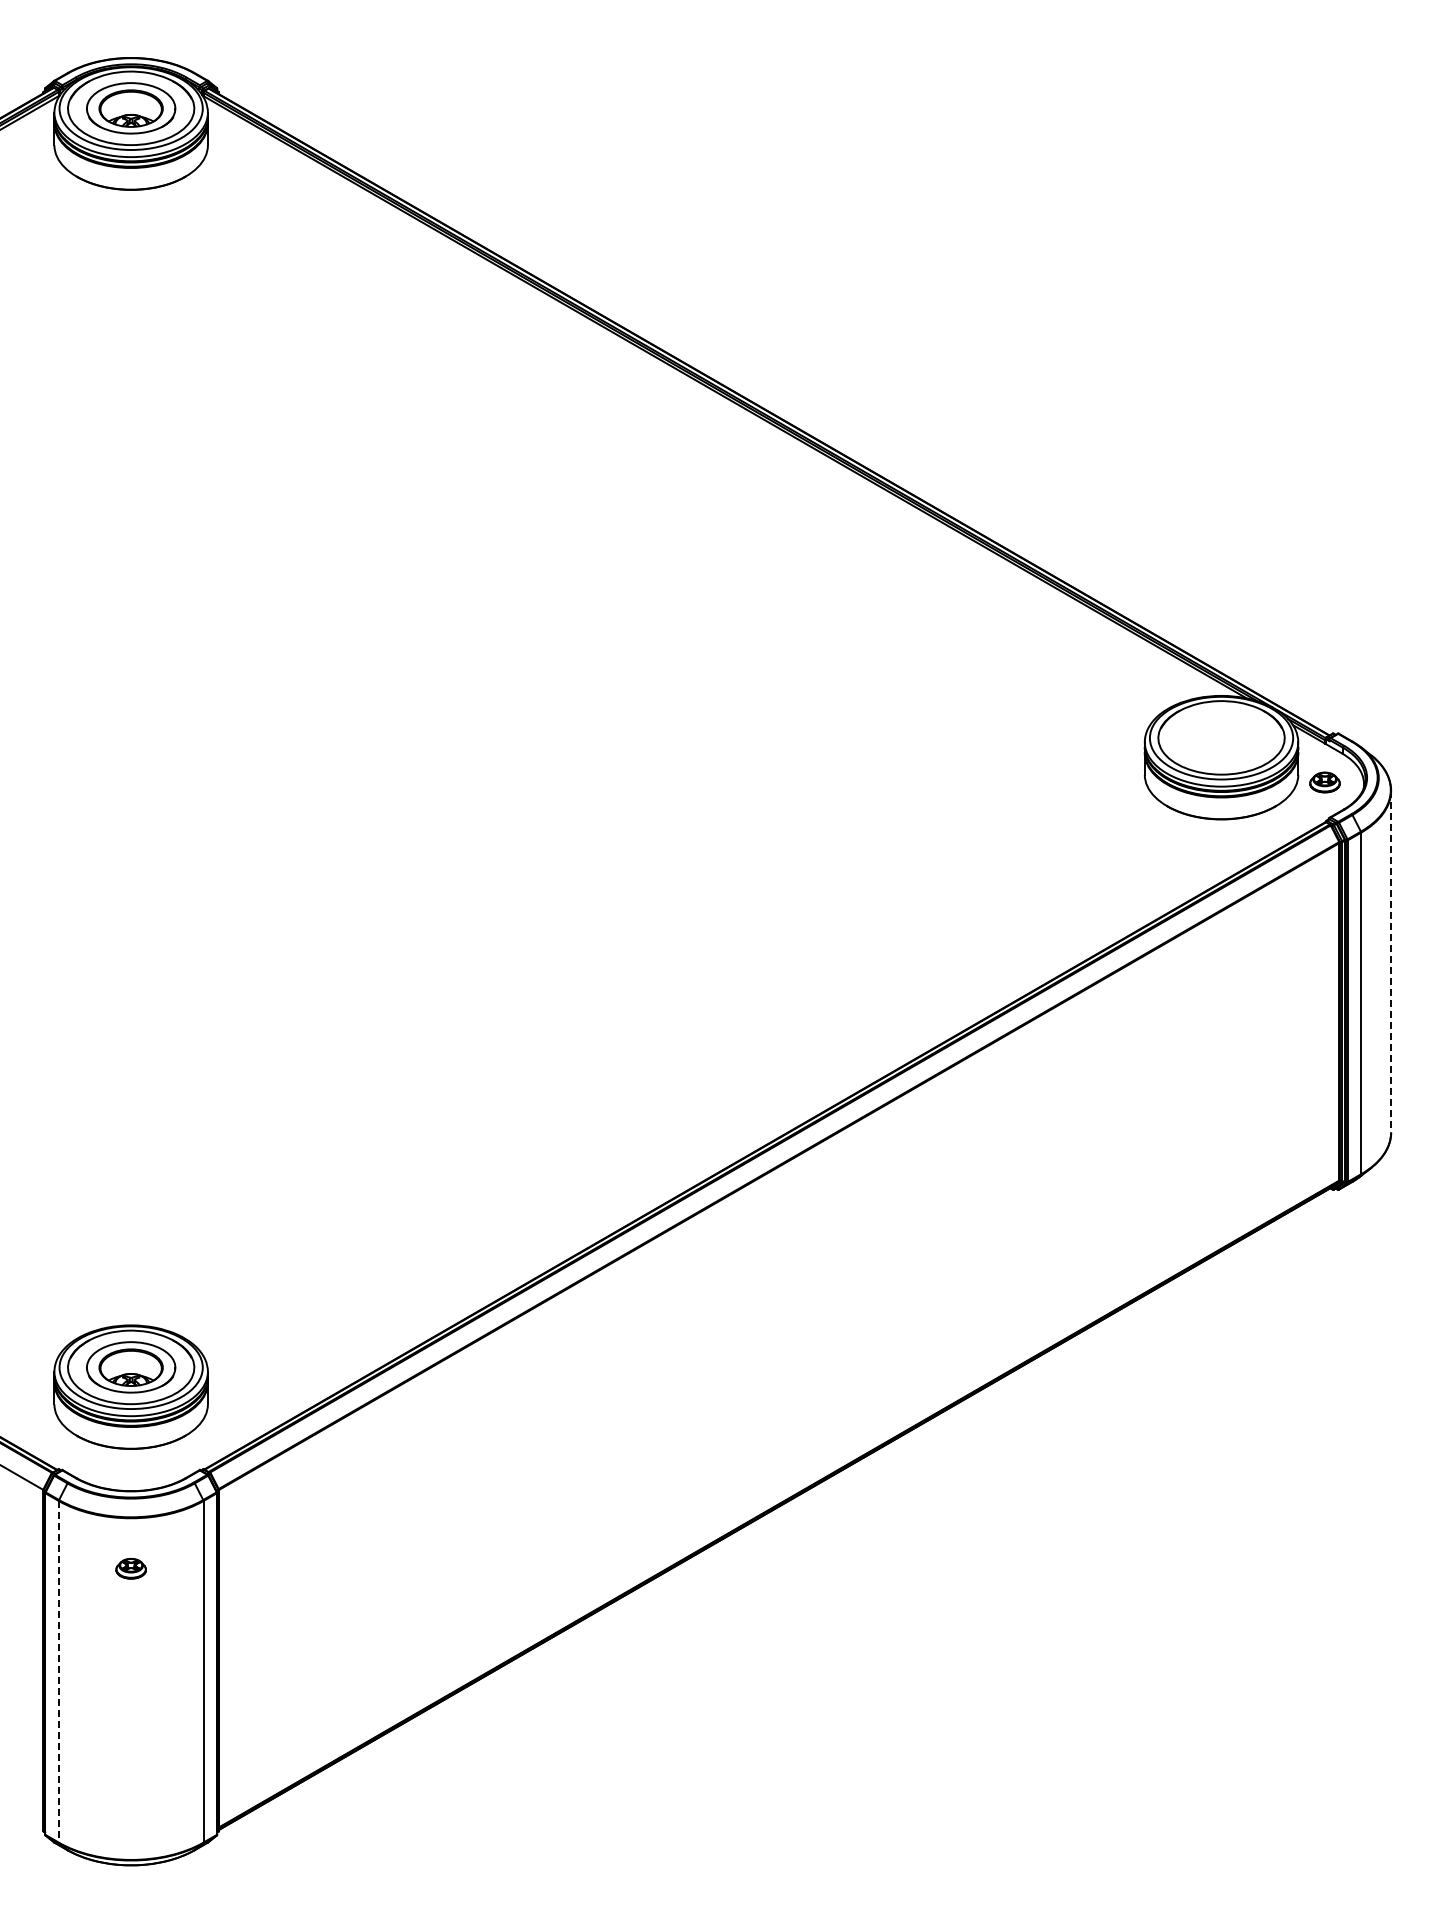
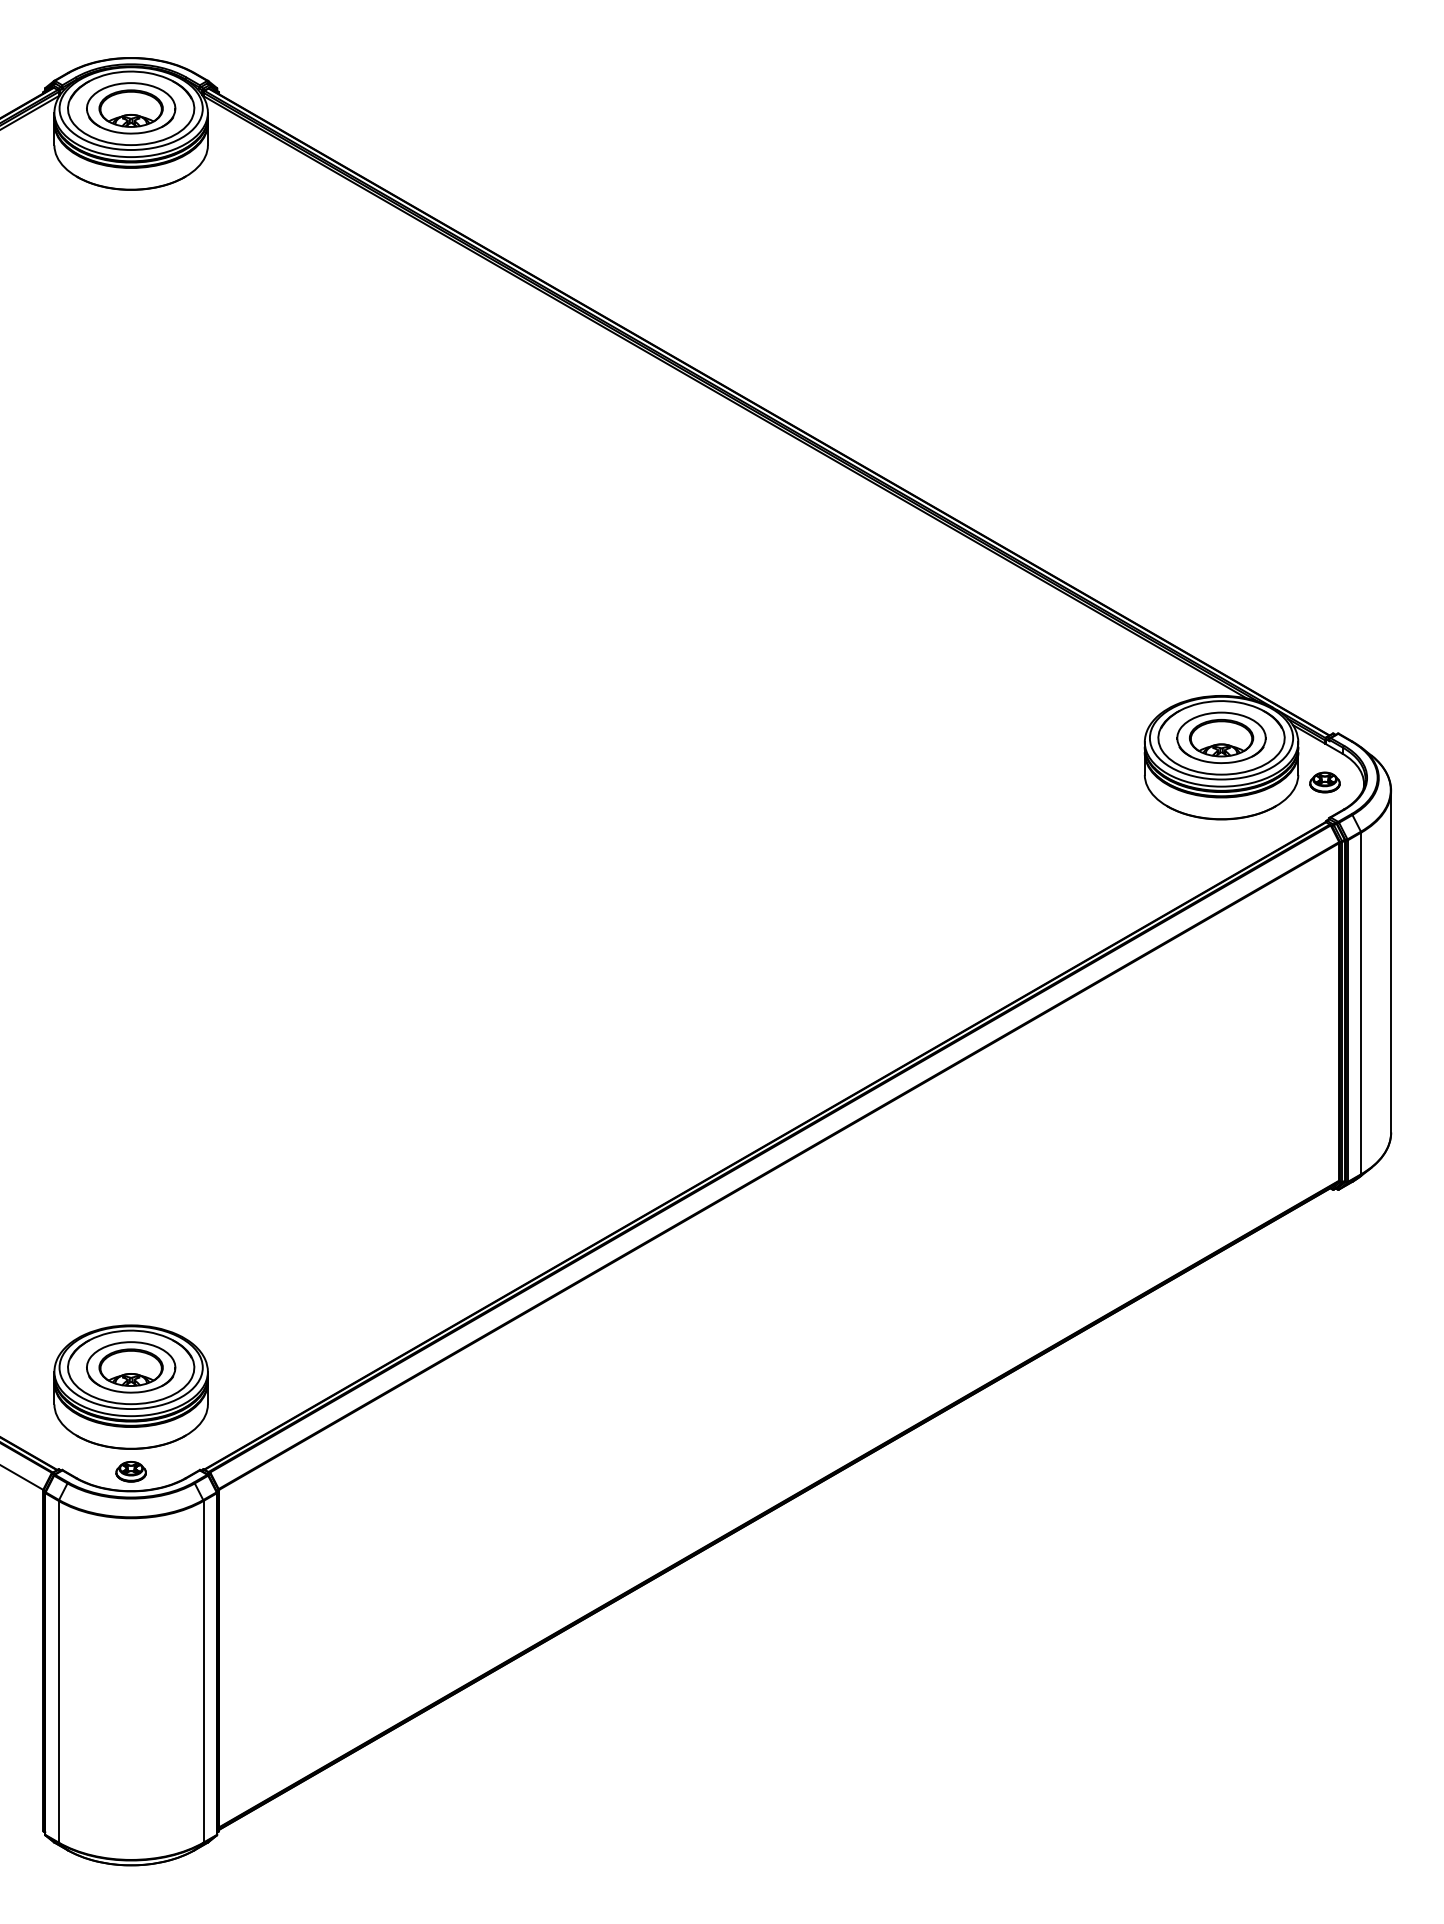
part at (1221, 737): none -> present
line at (1391, 961): dashed -> solid
part at (130, 1568) position: (130, 1568) -> (130, 1471)
line at (58, 1671): dashed -> solid
